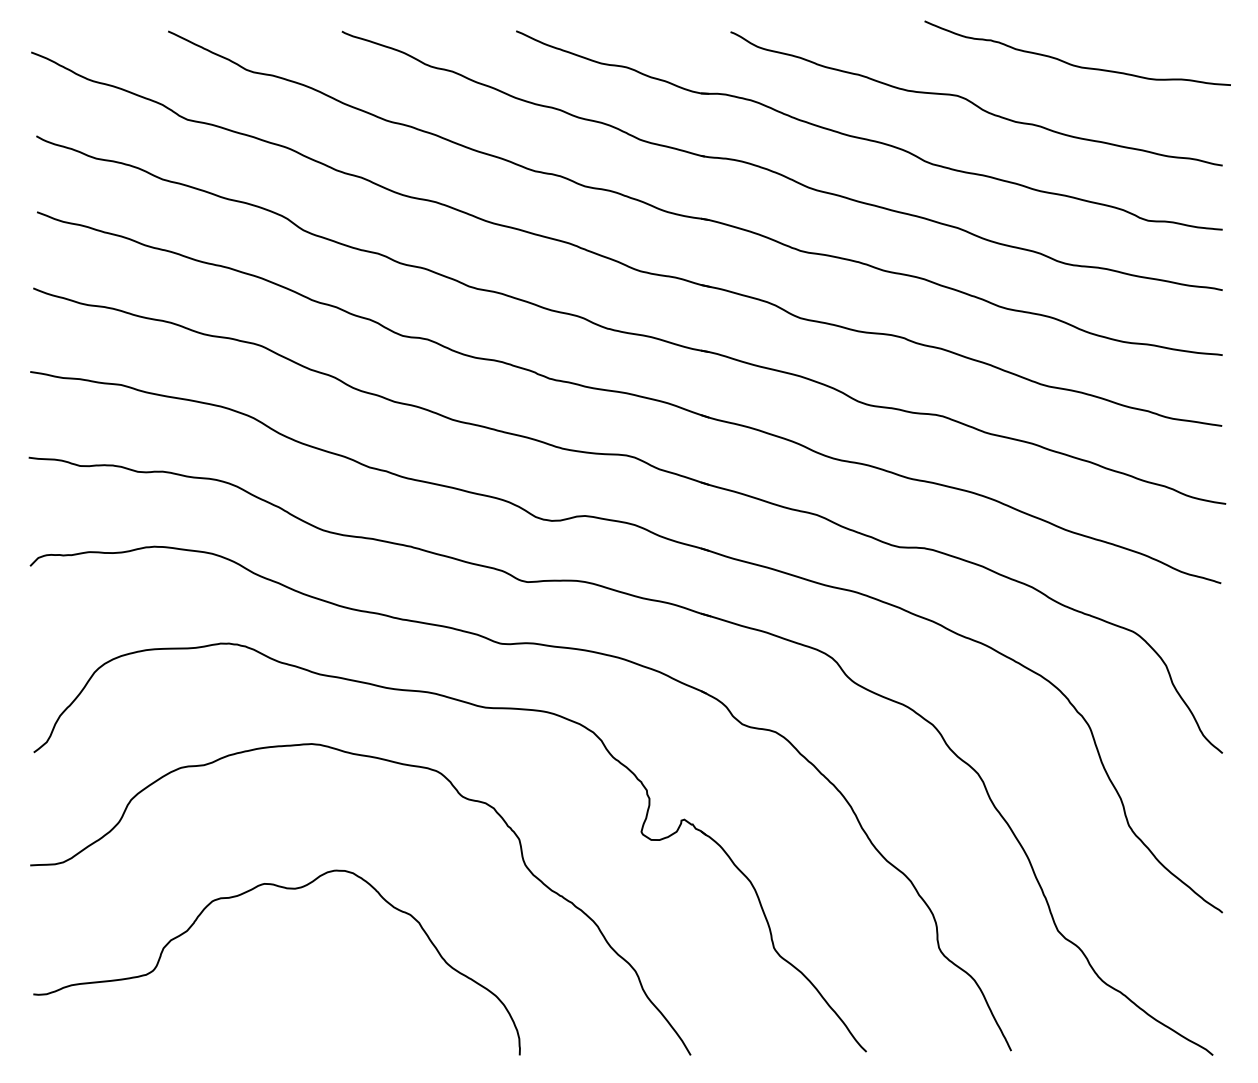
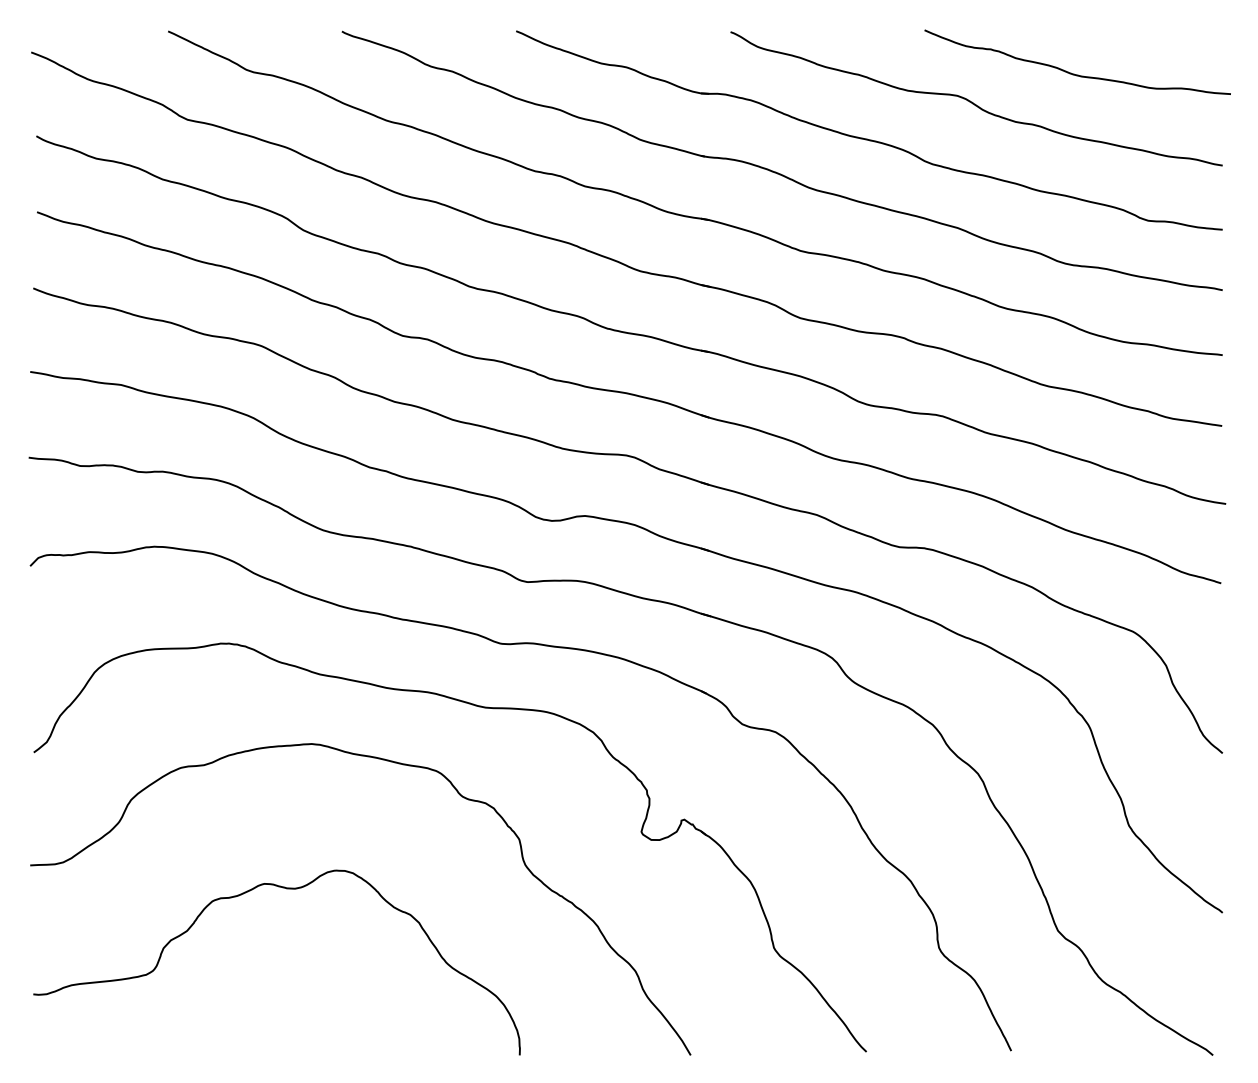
curve at (1074, 64) position: (1074, 64) -> (1074, 73)
